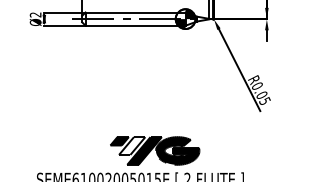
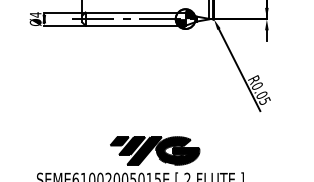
text at (35, 14): Ø2 -> Ø4
fill at (132, 145): none -> present
